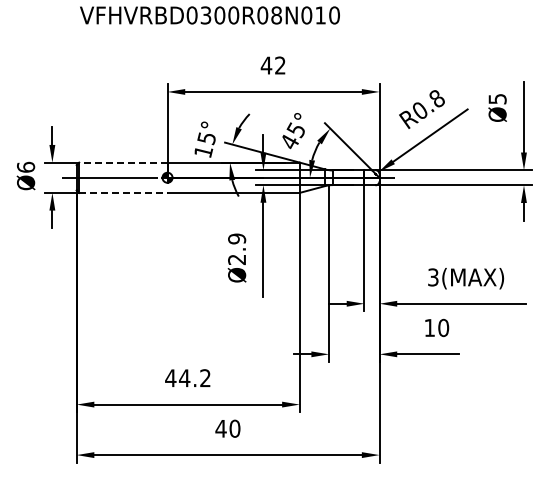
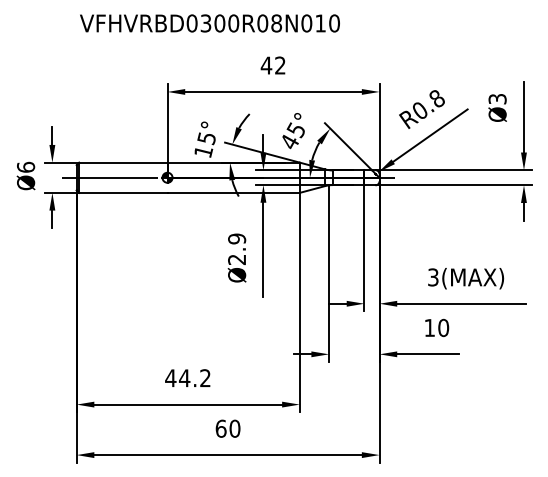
text at (209, 15) position: (209, 15) -> (209, 23)
text at (496, 98): Ø5 -> Ø3
line at (122, 162): dashed -> solid
line at (123, 192): dashed -> solid
text at (220, 428): 40 -> 60
